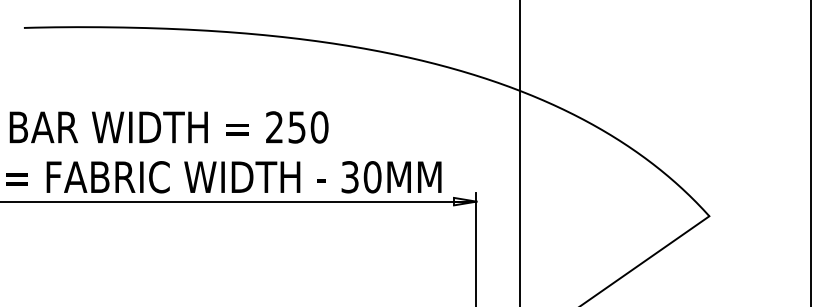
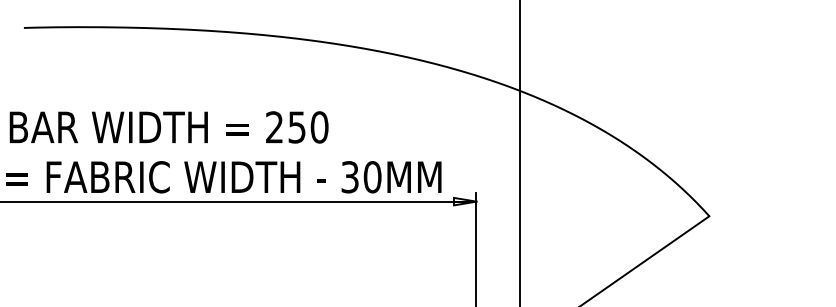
line at (810, 152): present -> none
